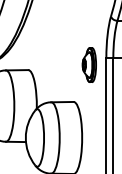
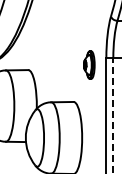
part at (88, 64) size: 16x36 px -> 13x30 px
line at (113, 115): solid -> dashed
